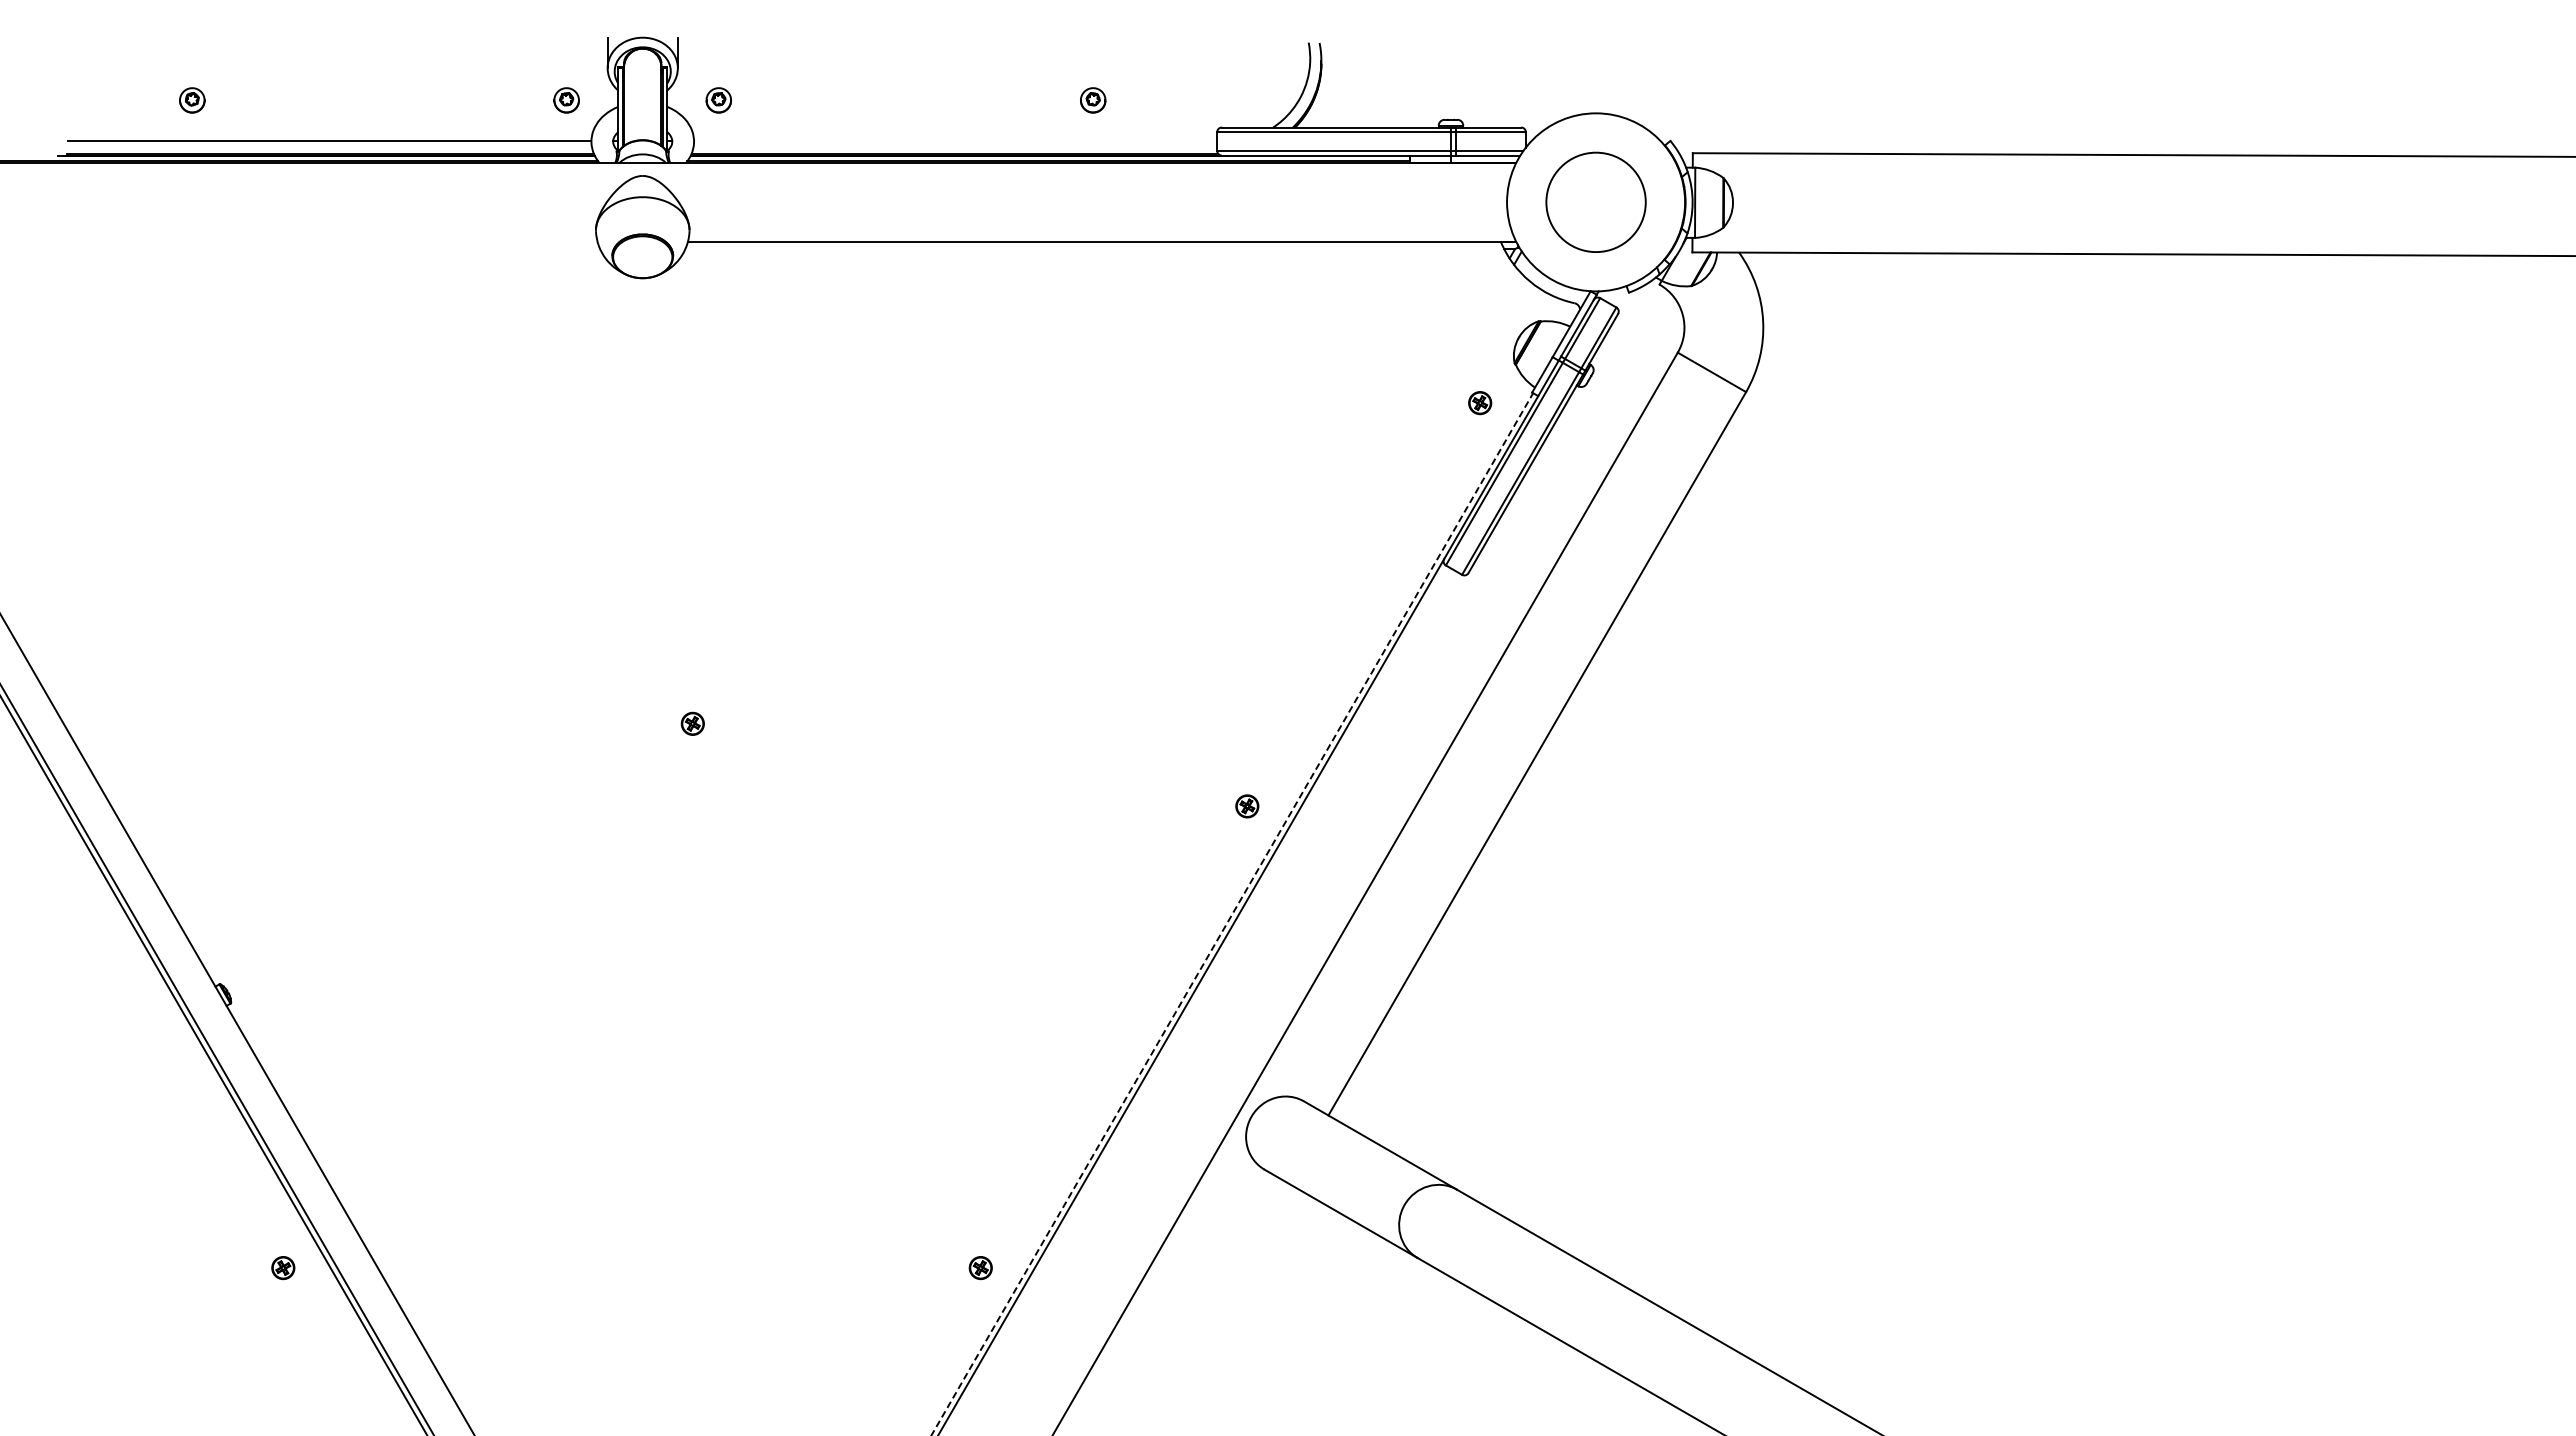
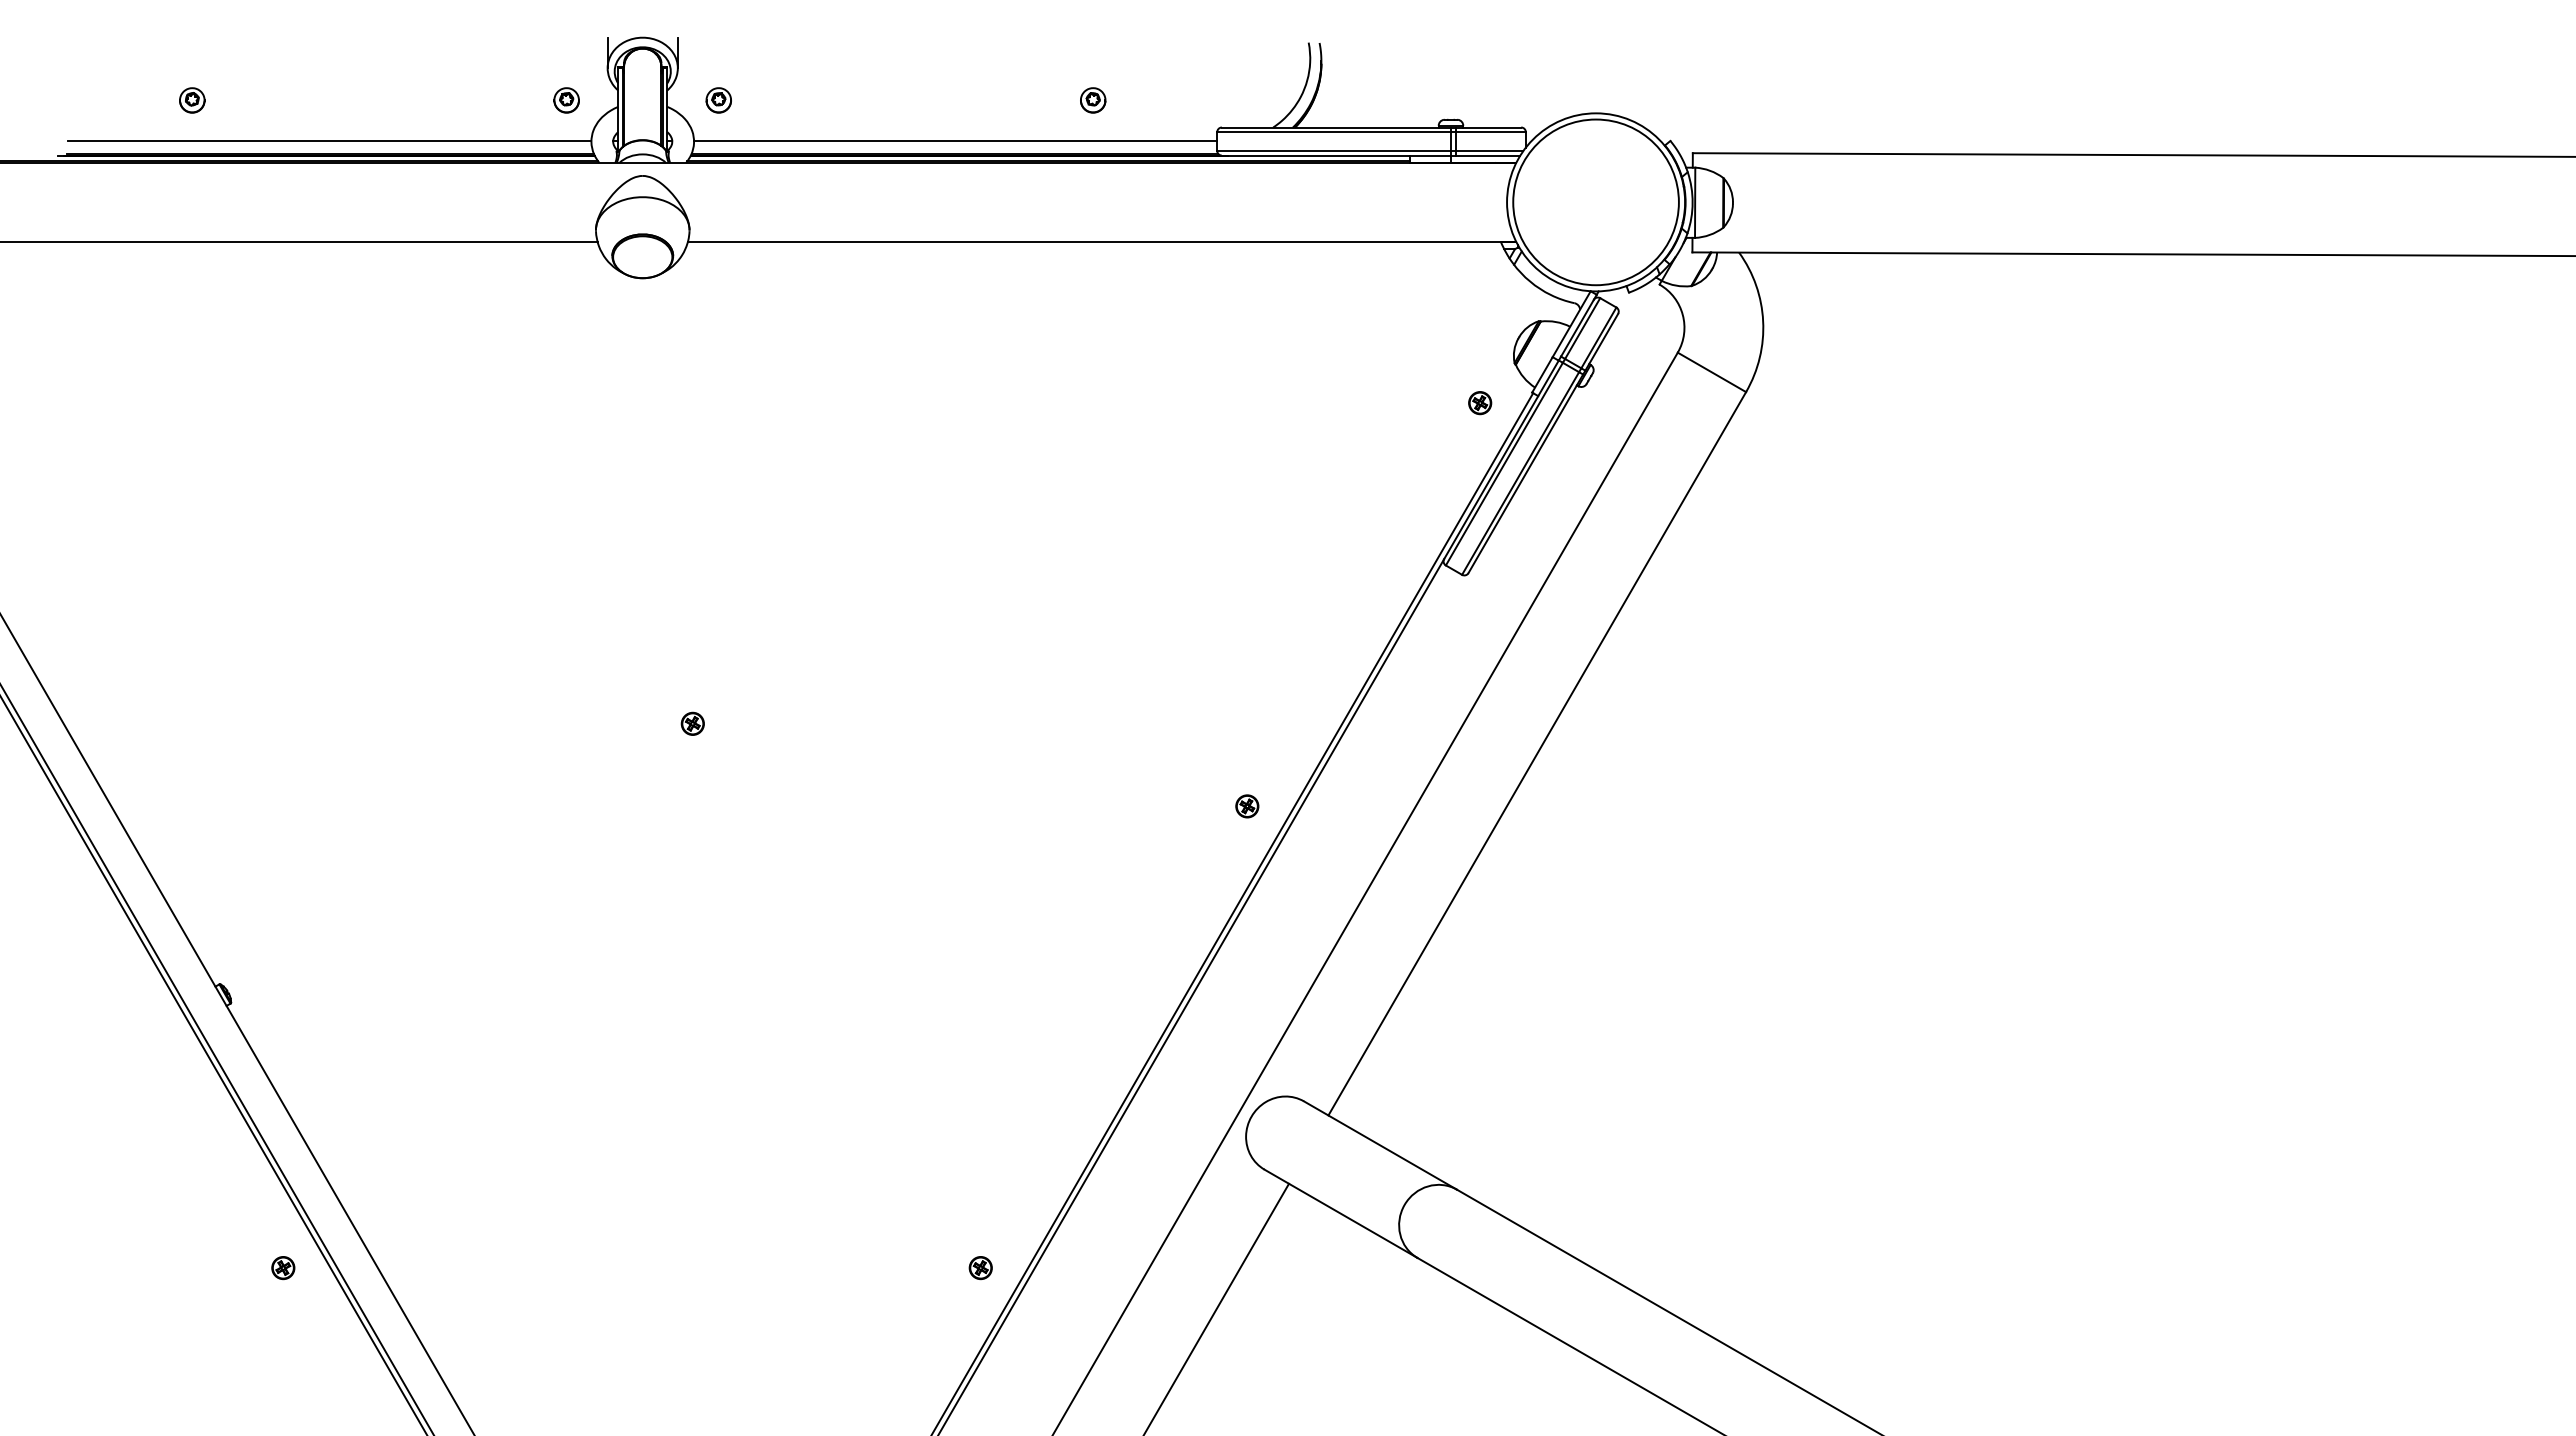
line at (955, 141): none -> present
circle at (1595, 202) diameter: 99 px -> 166 px
line at (299, 241): none -> present
line at (1232, 914): dashed -> solid
line at (1217, 1307): none -> present
